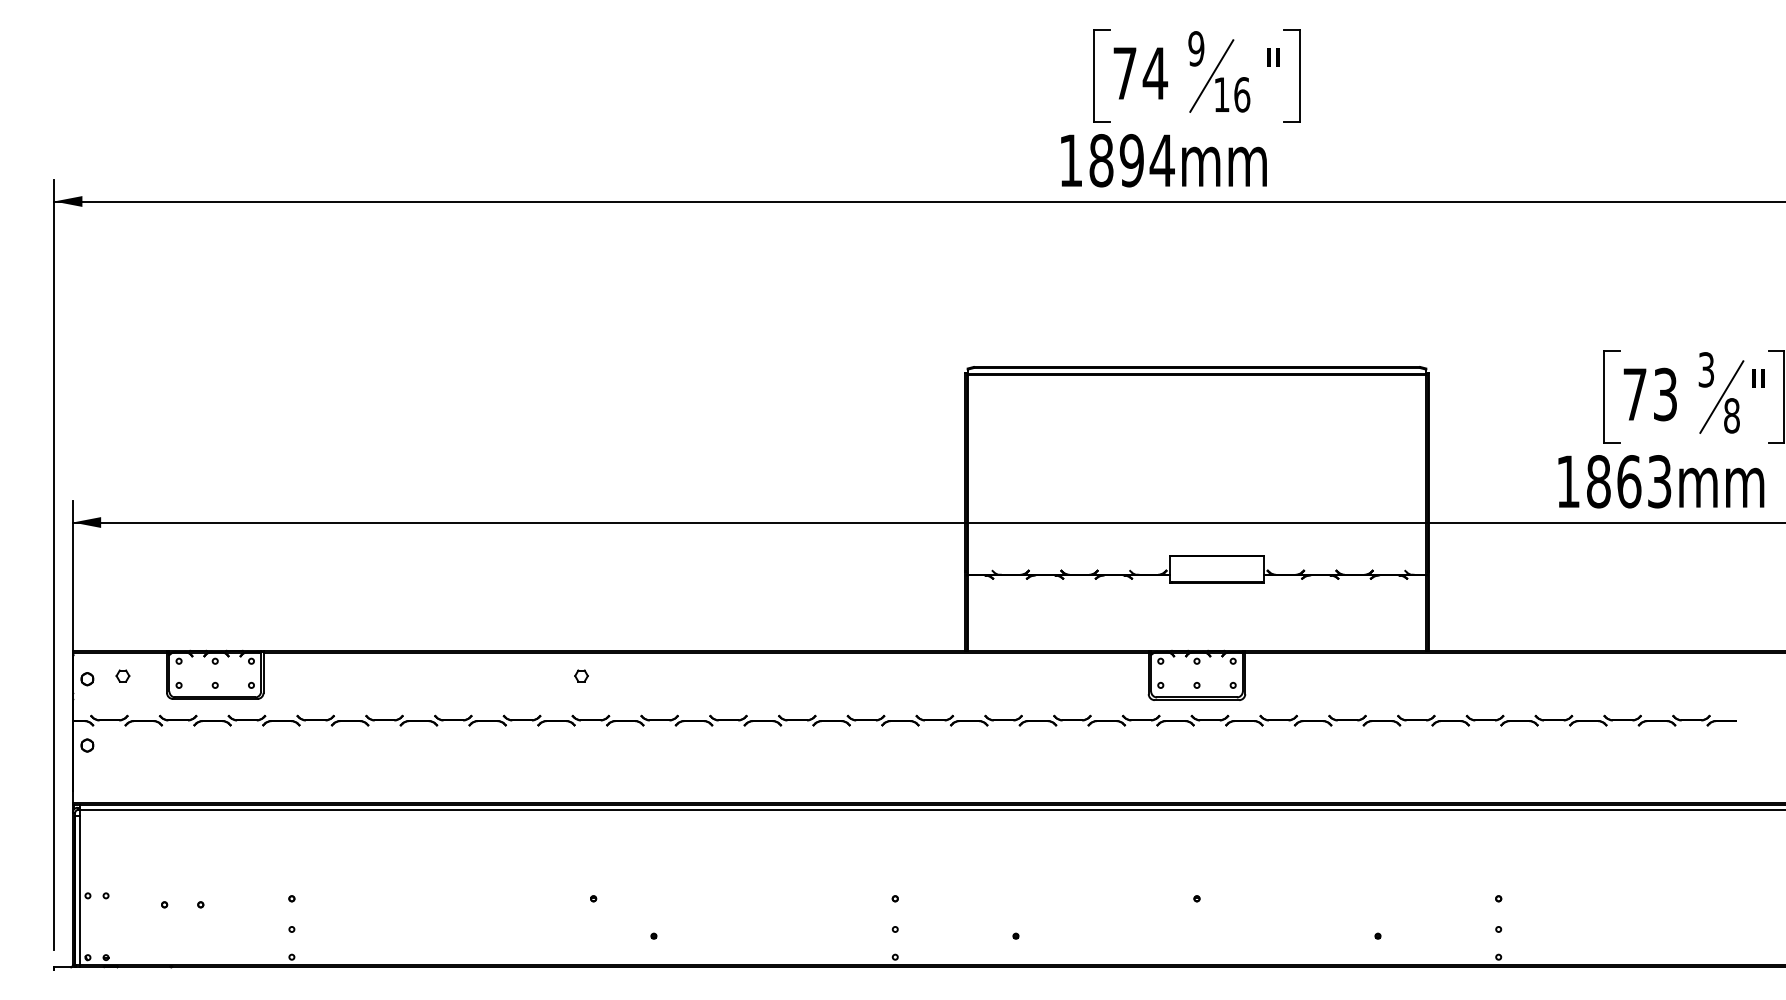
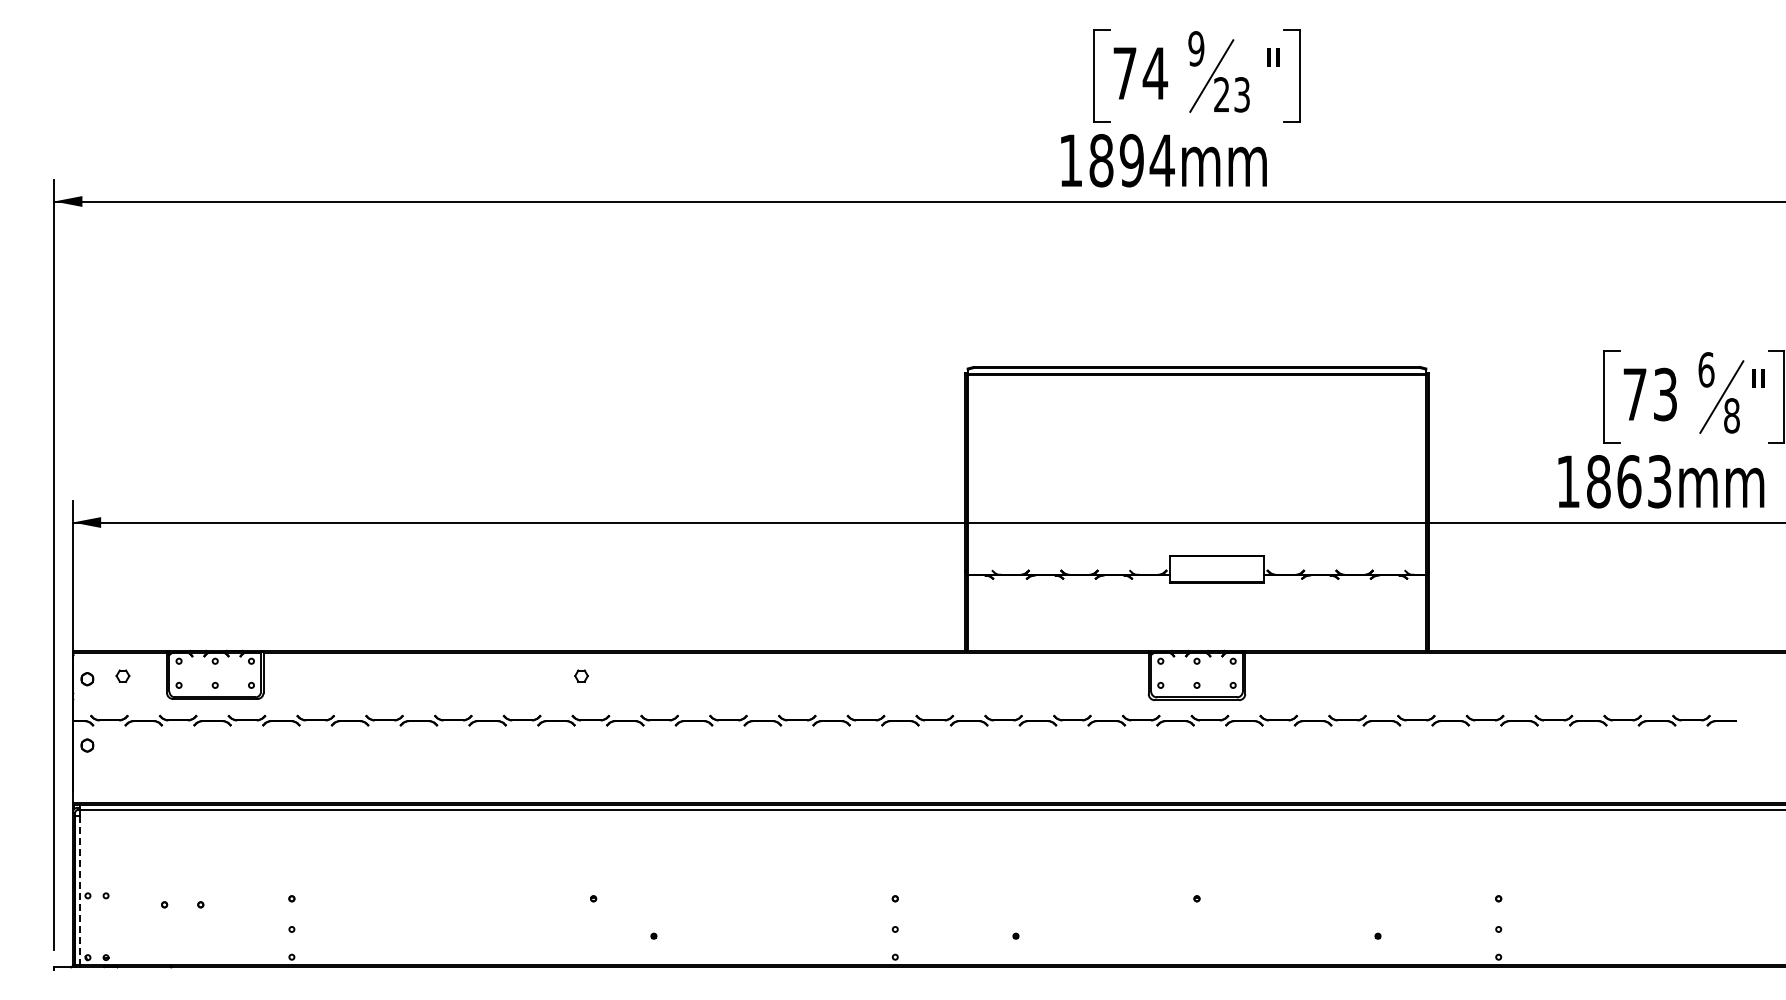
text at (1232, 94): 16 -> 23
text at (1706, 369): 3 -> 6
line at (80, 890): solid -> dashed
